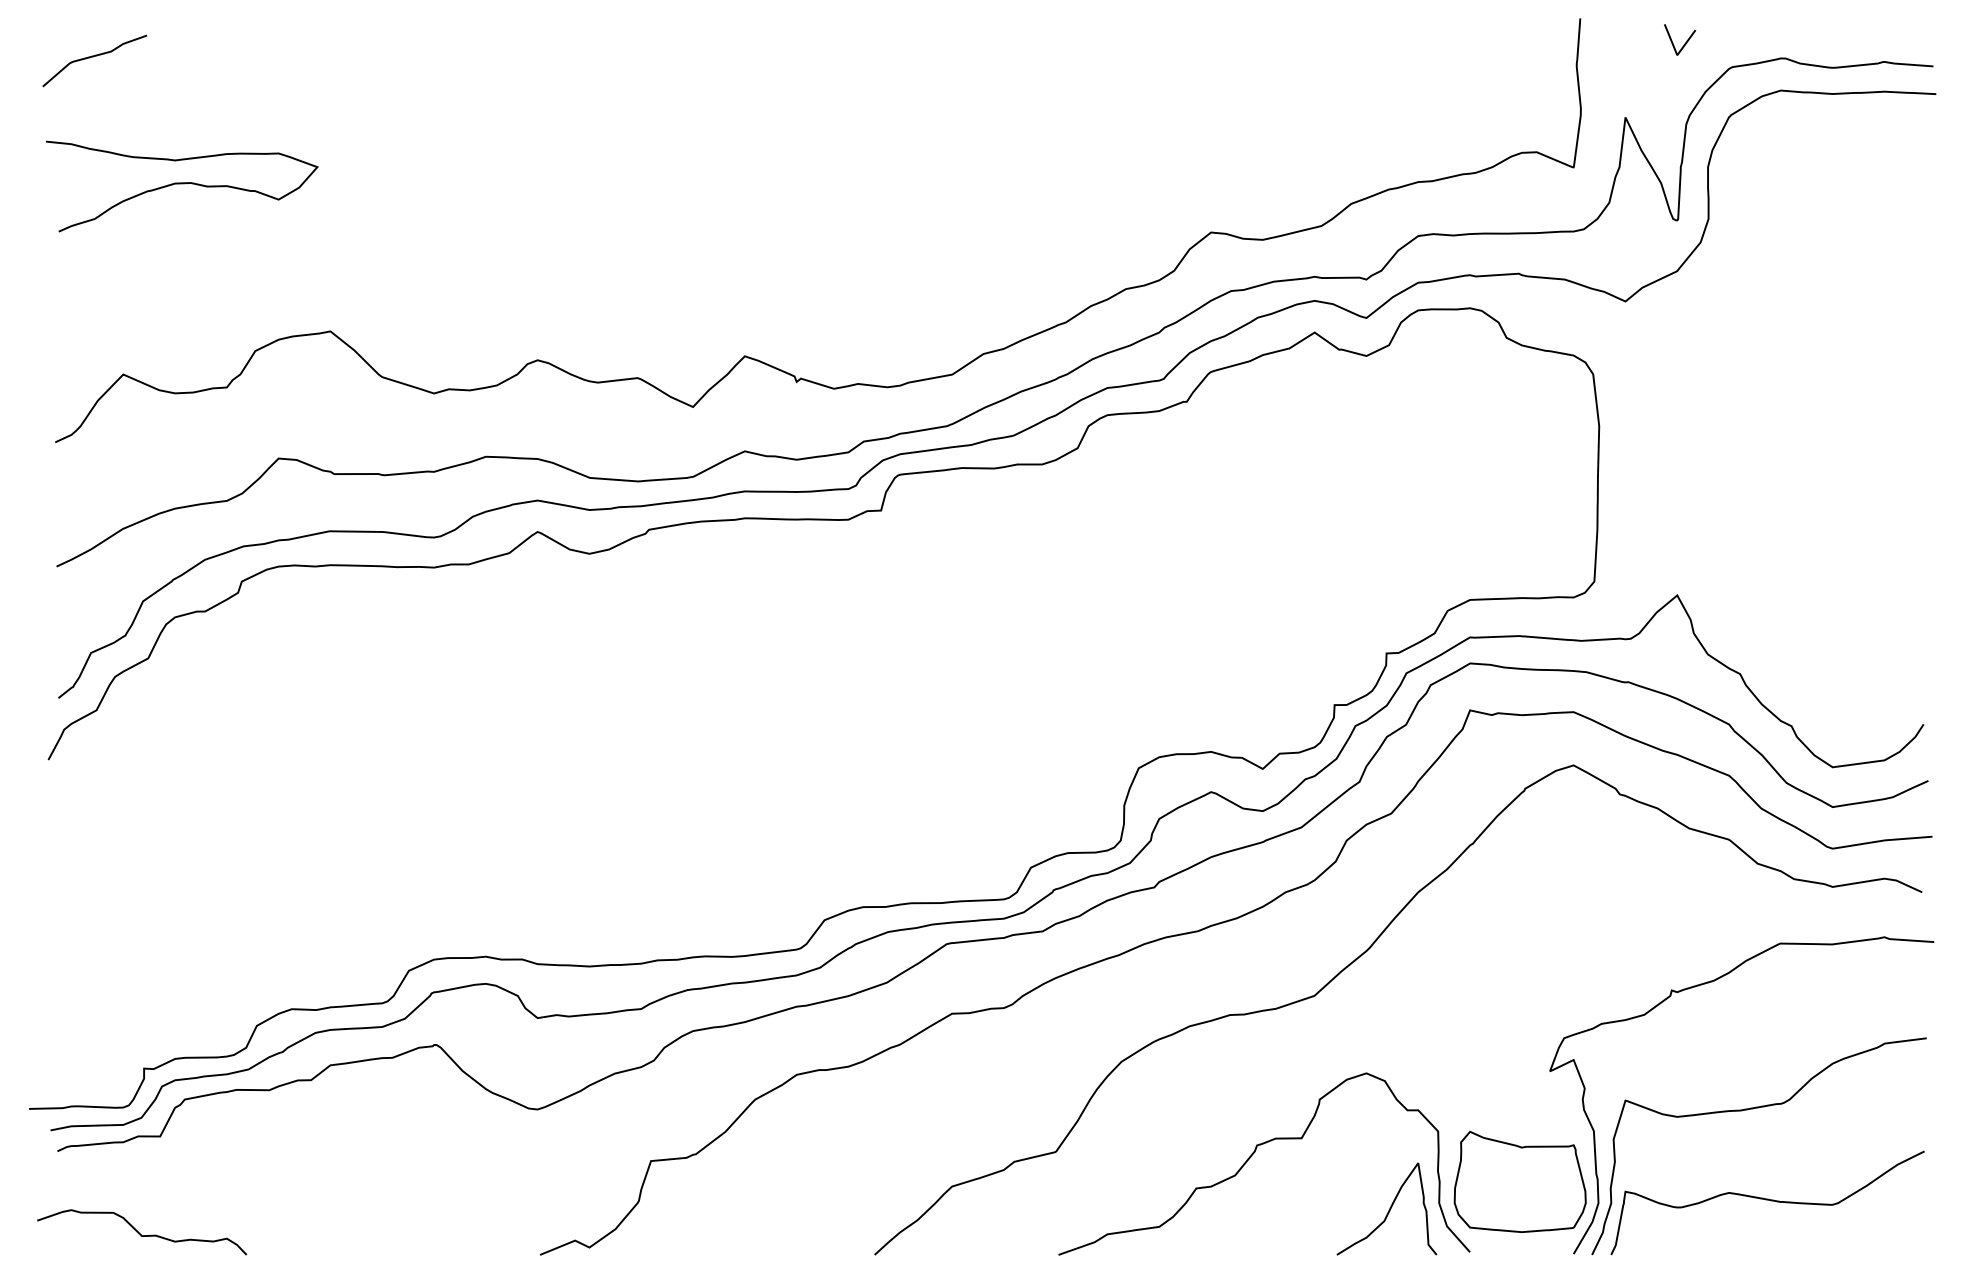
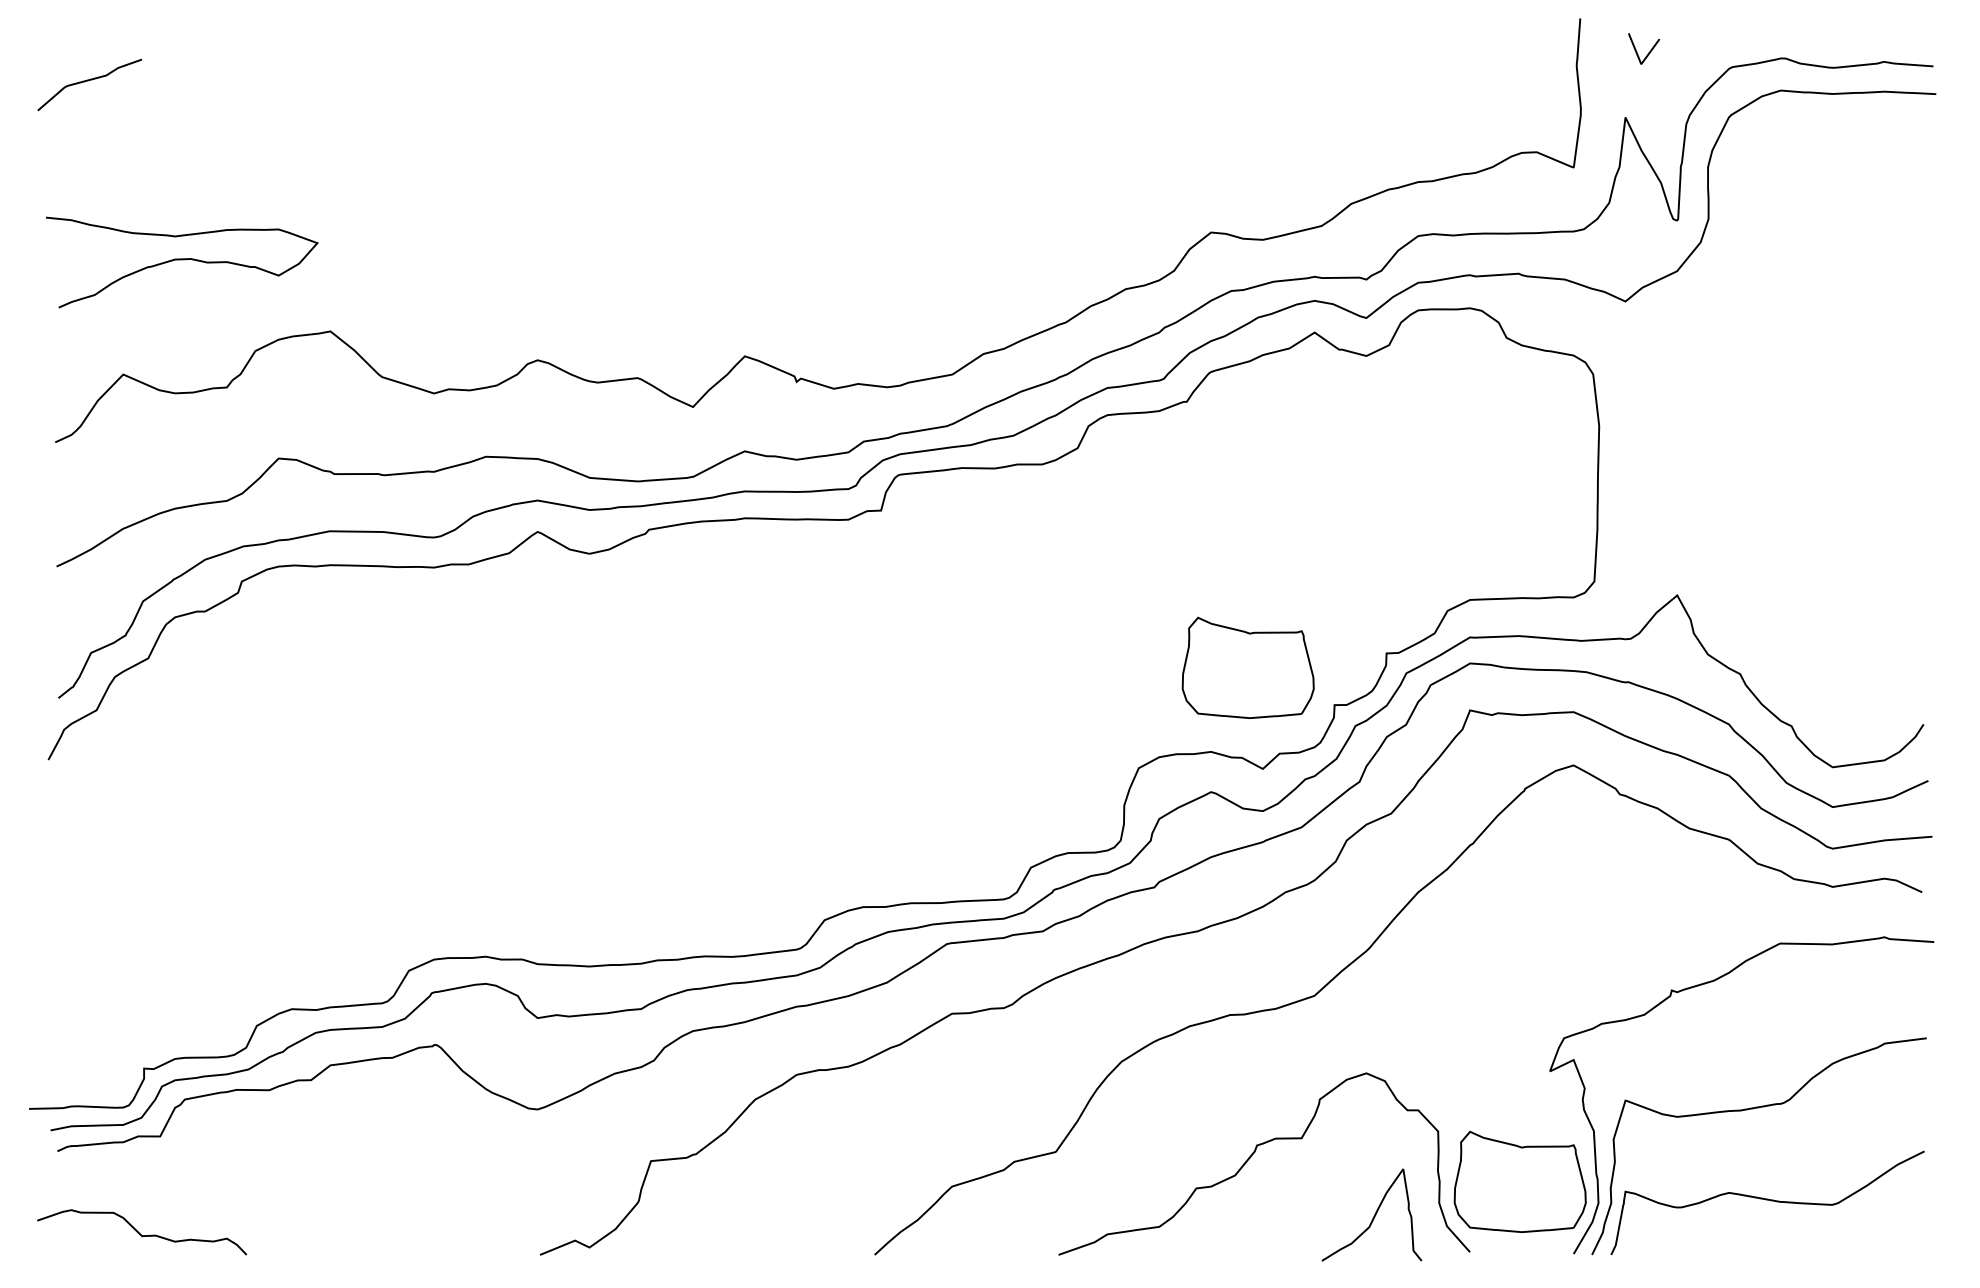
line at (1684, 43) position: (1684, 43) -> (1648, 52)
curve at (93, 57) position: (93, 57) -> (88, 81)
curve at (182, 184) position: (182, 184) -> (182, 260)
part at (1247, 667): none -> present
curve at (1388, 1210) position: (1388, 1210) -> (1373, 1216)
